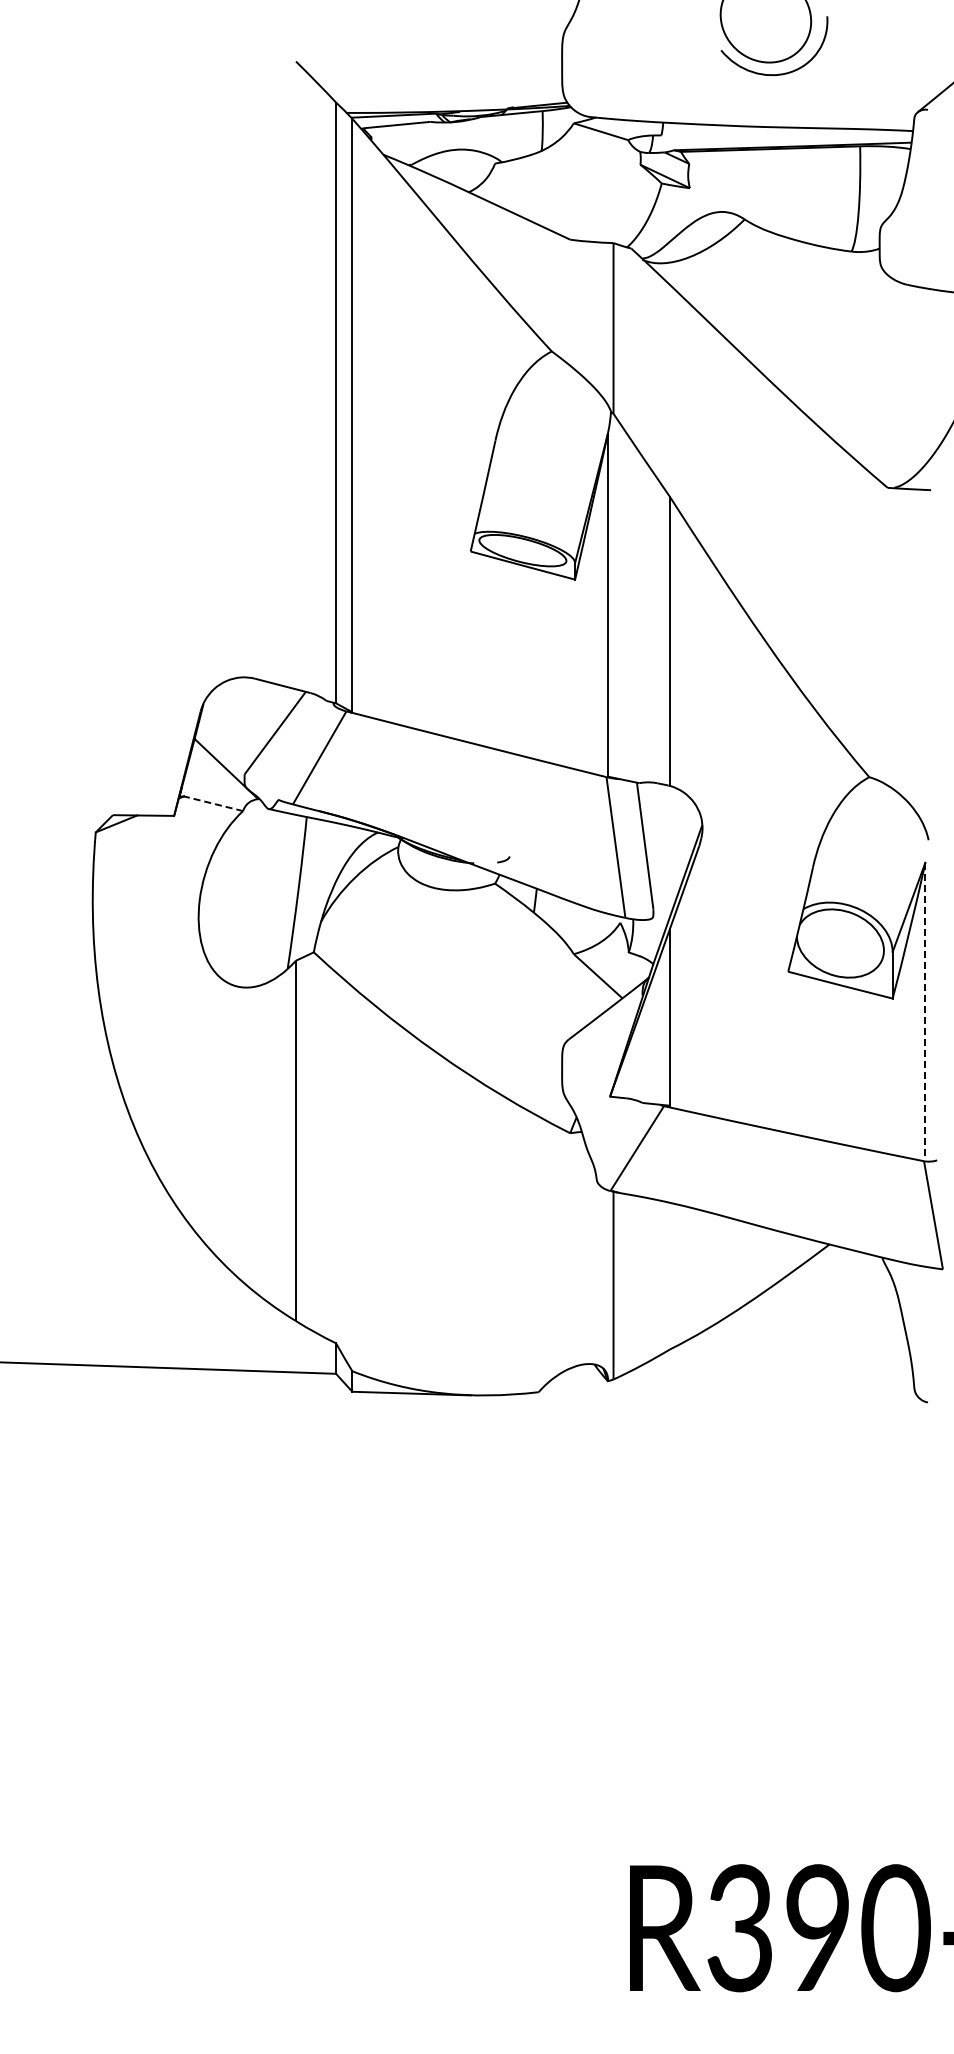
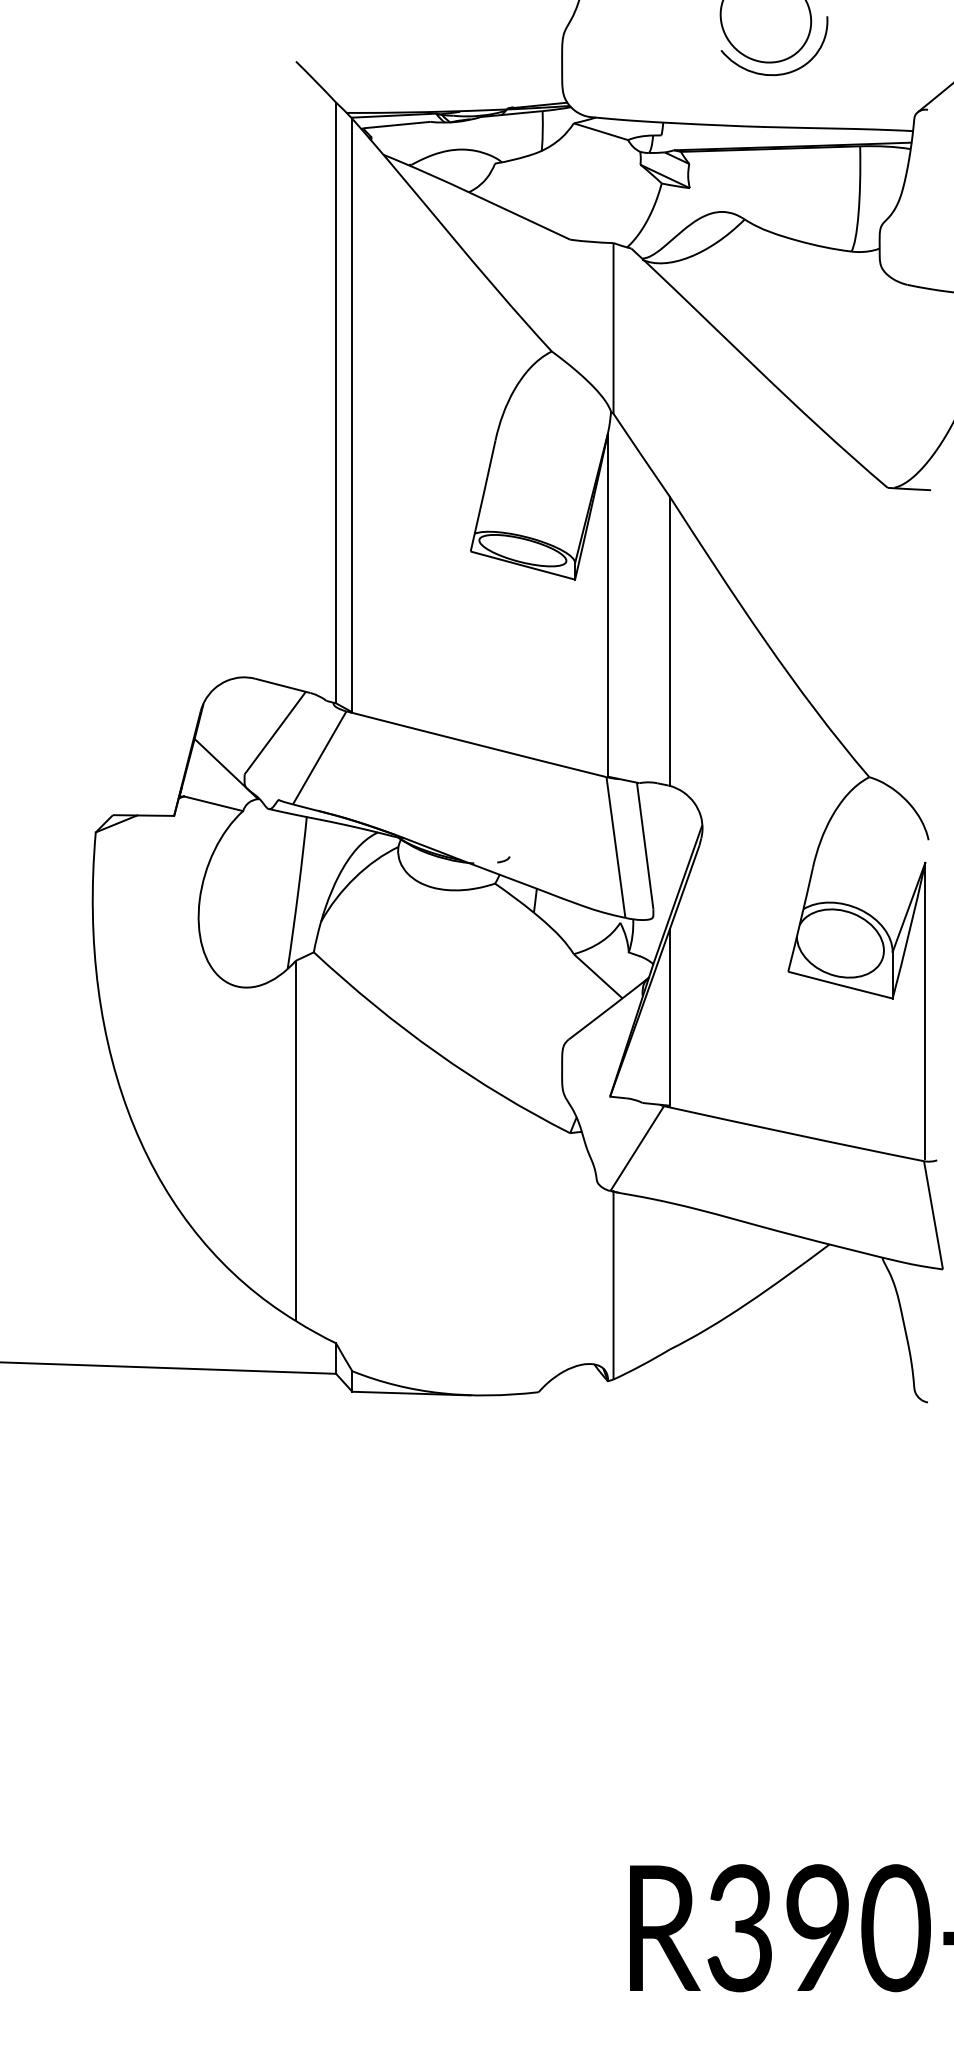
line at (213, 803): dashed -> solid
line at (925, 1011): dashed -> solid
